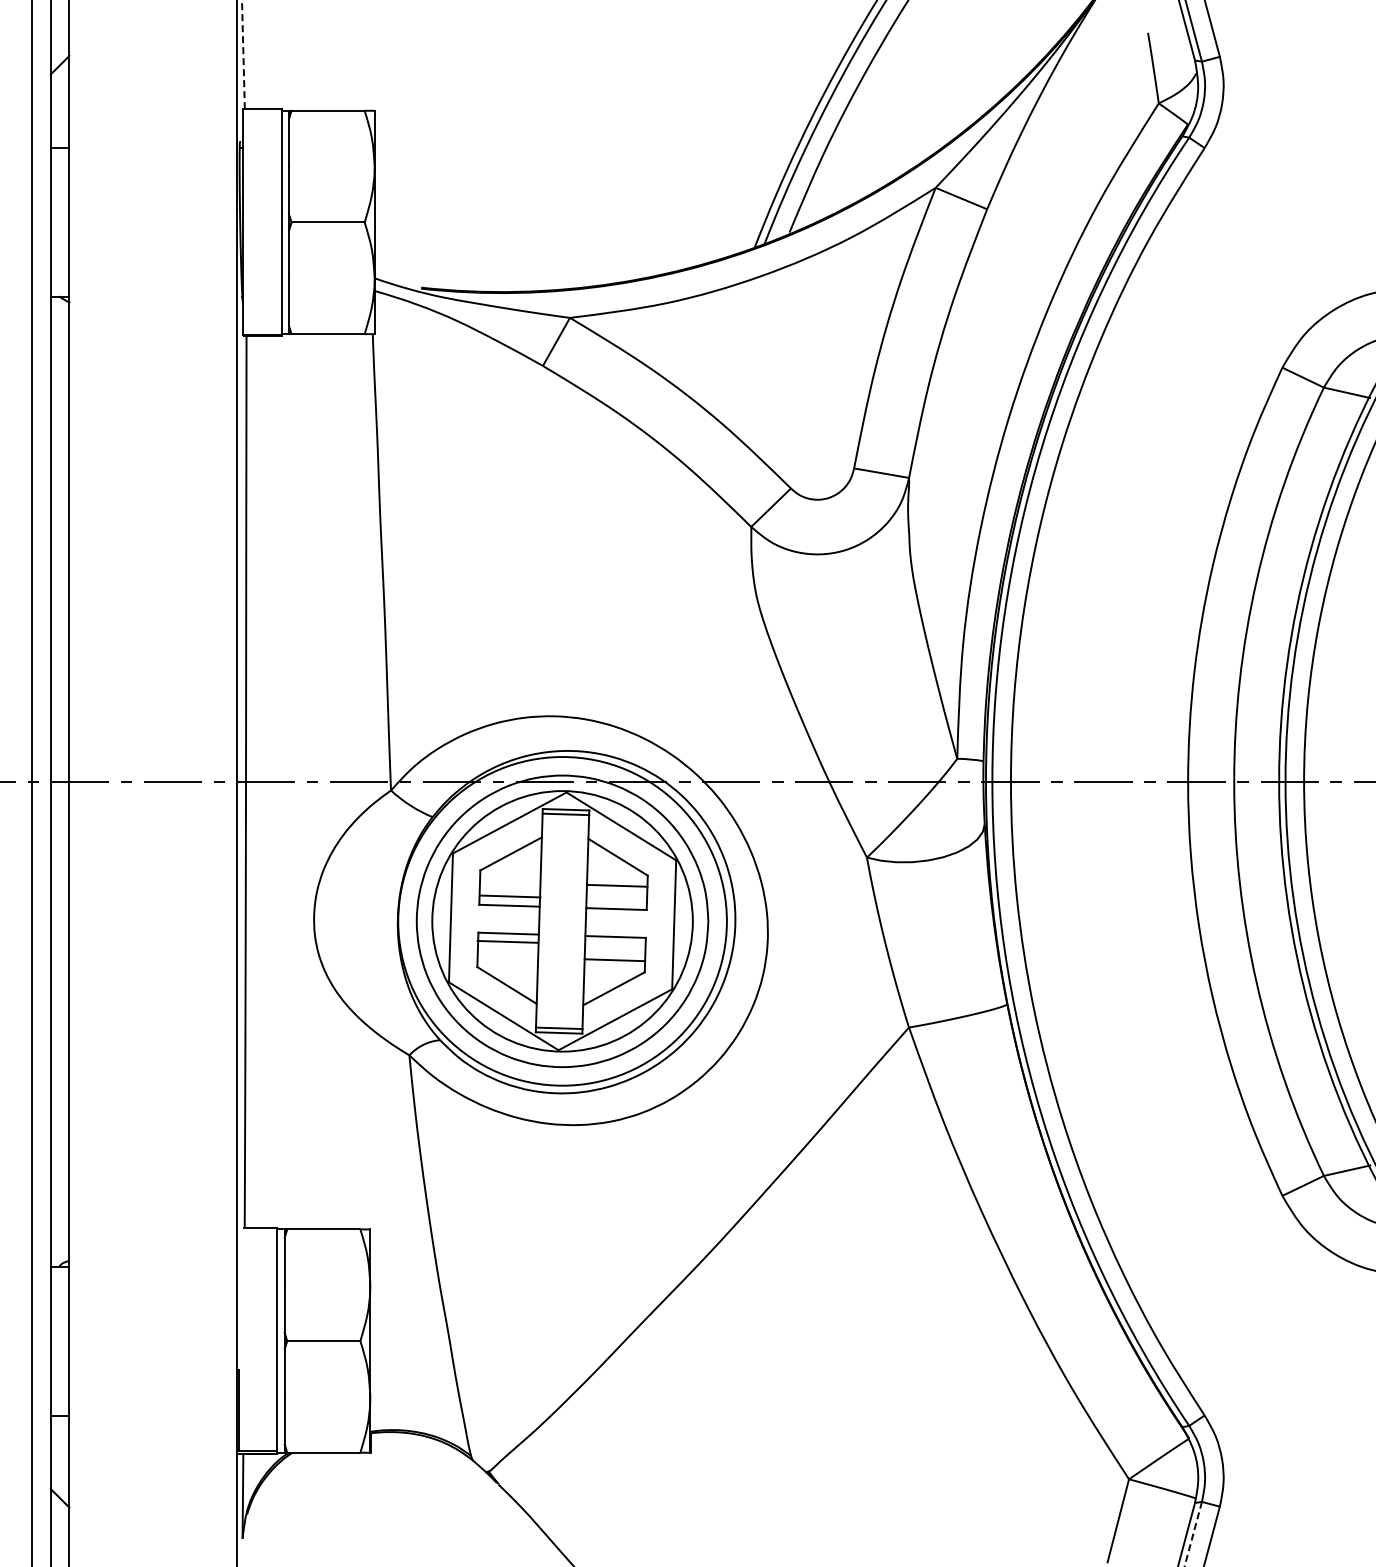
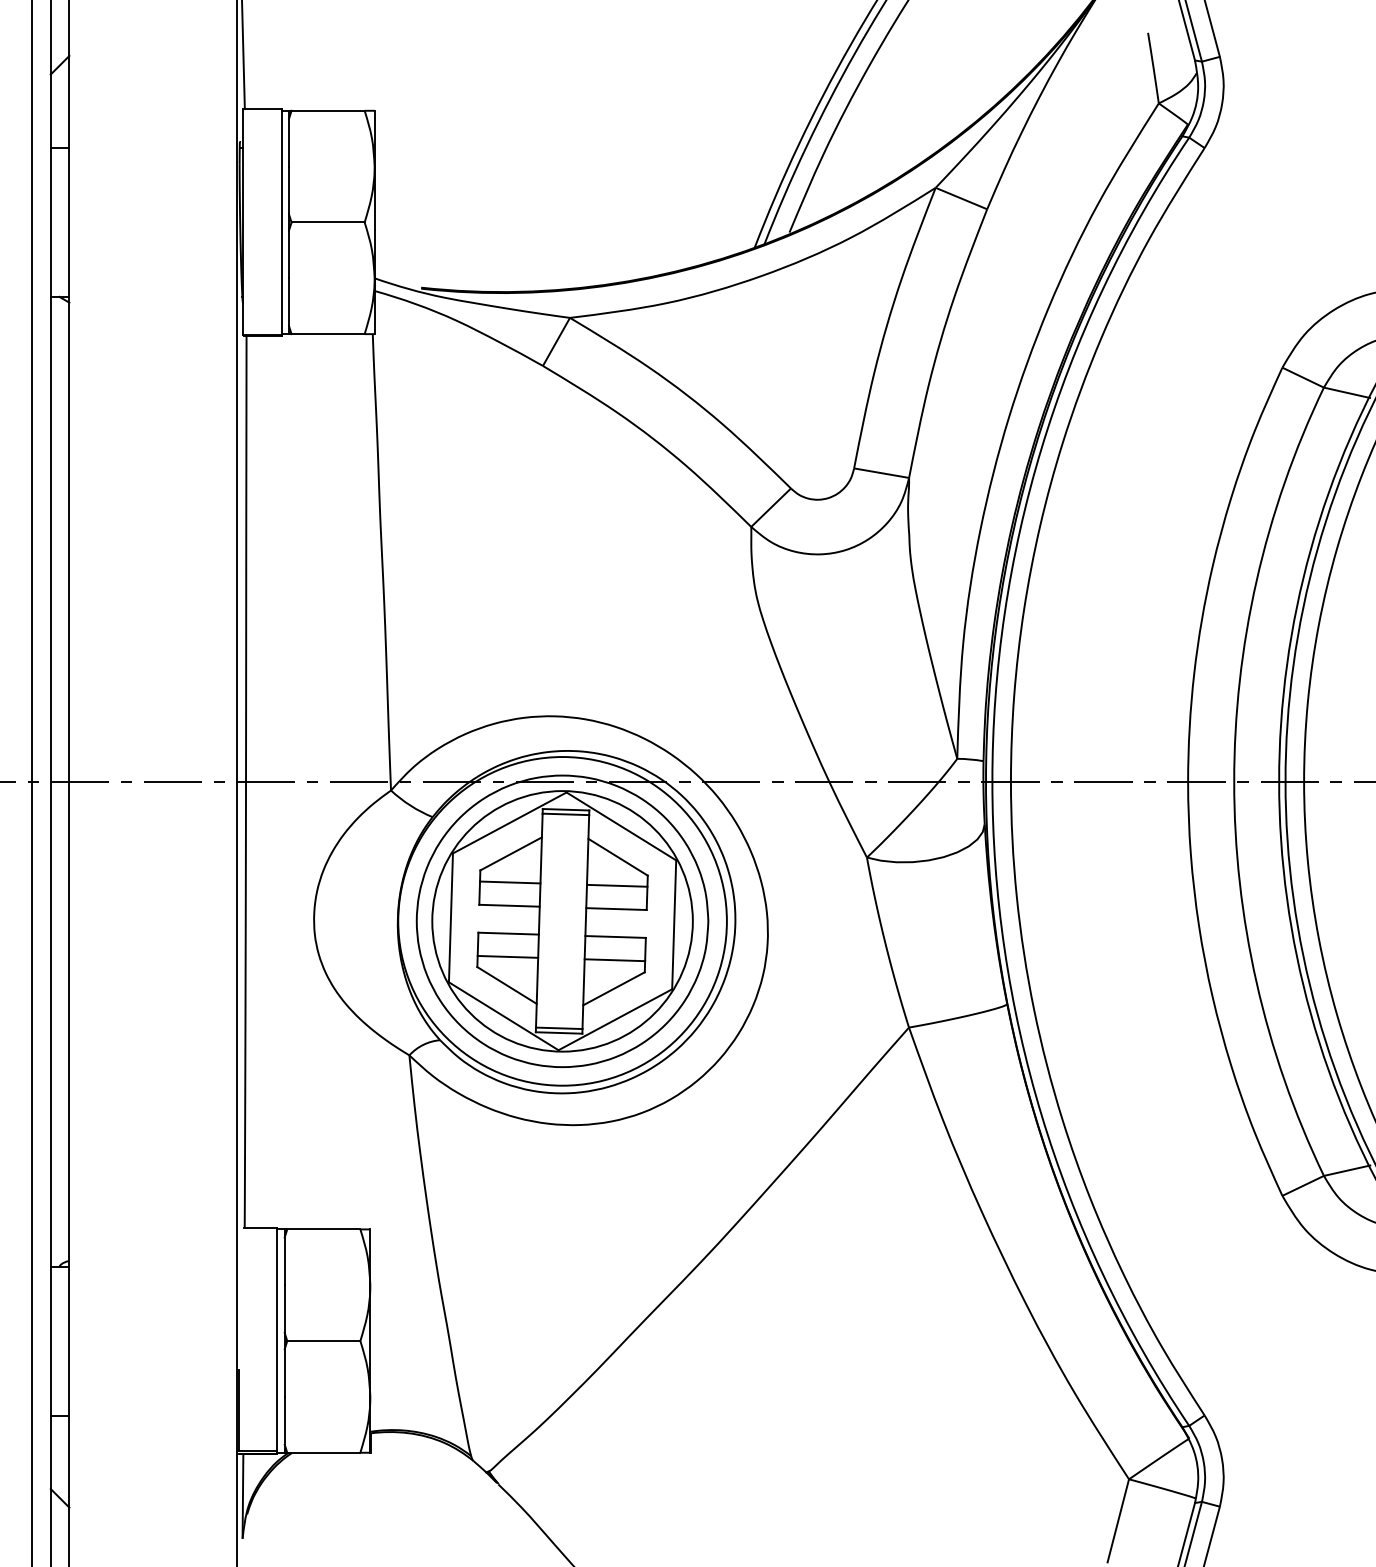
line at (243, 54): dashed -> solid
line at (510, 896) position: (510, 896) -> (510, 882)
line at (507, 941) position: (507, 941) -> (507, 956)
line at (1193, 1533): dashed -> solid
